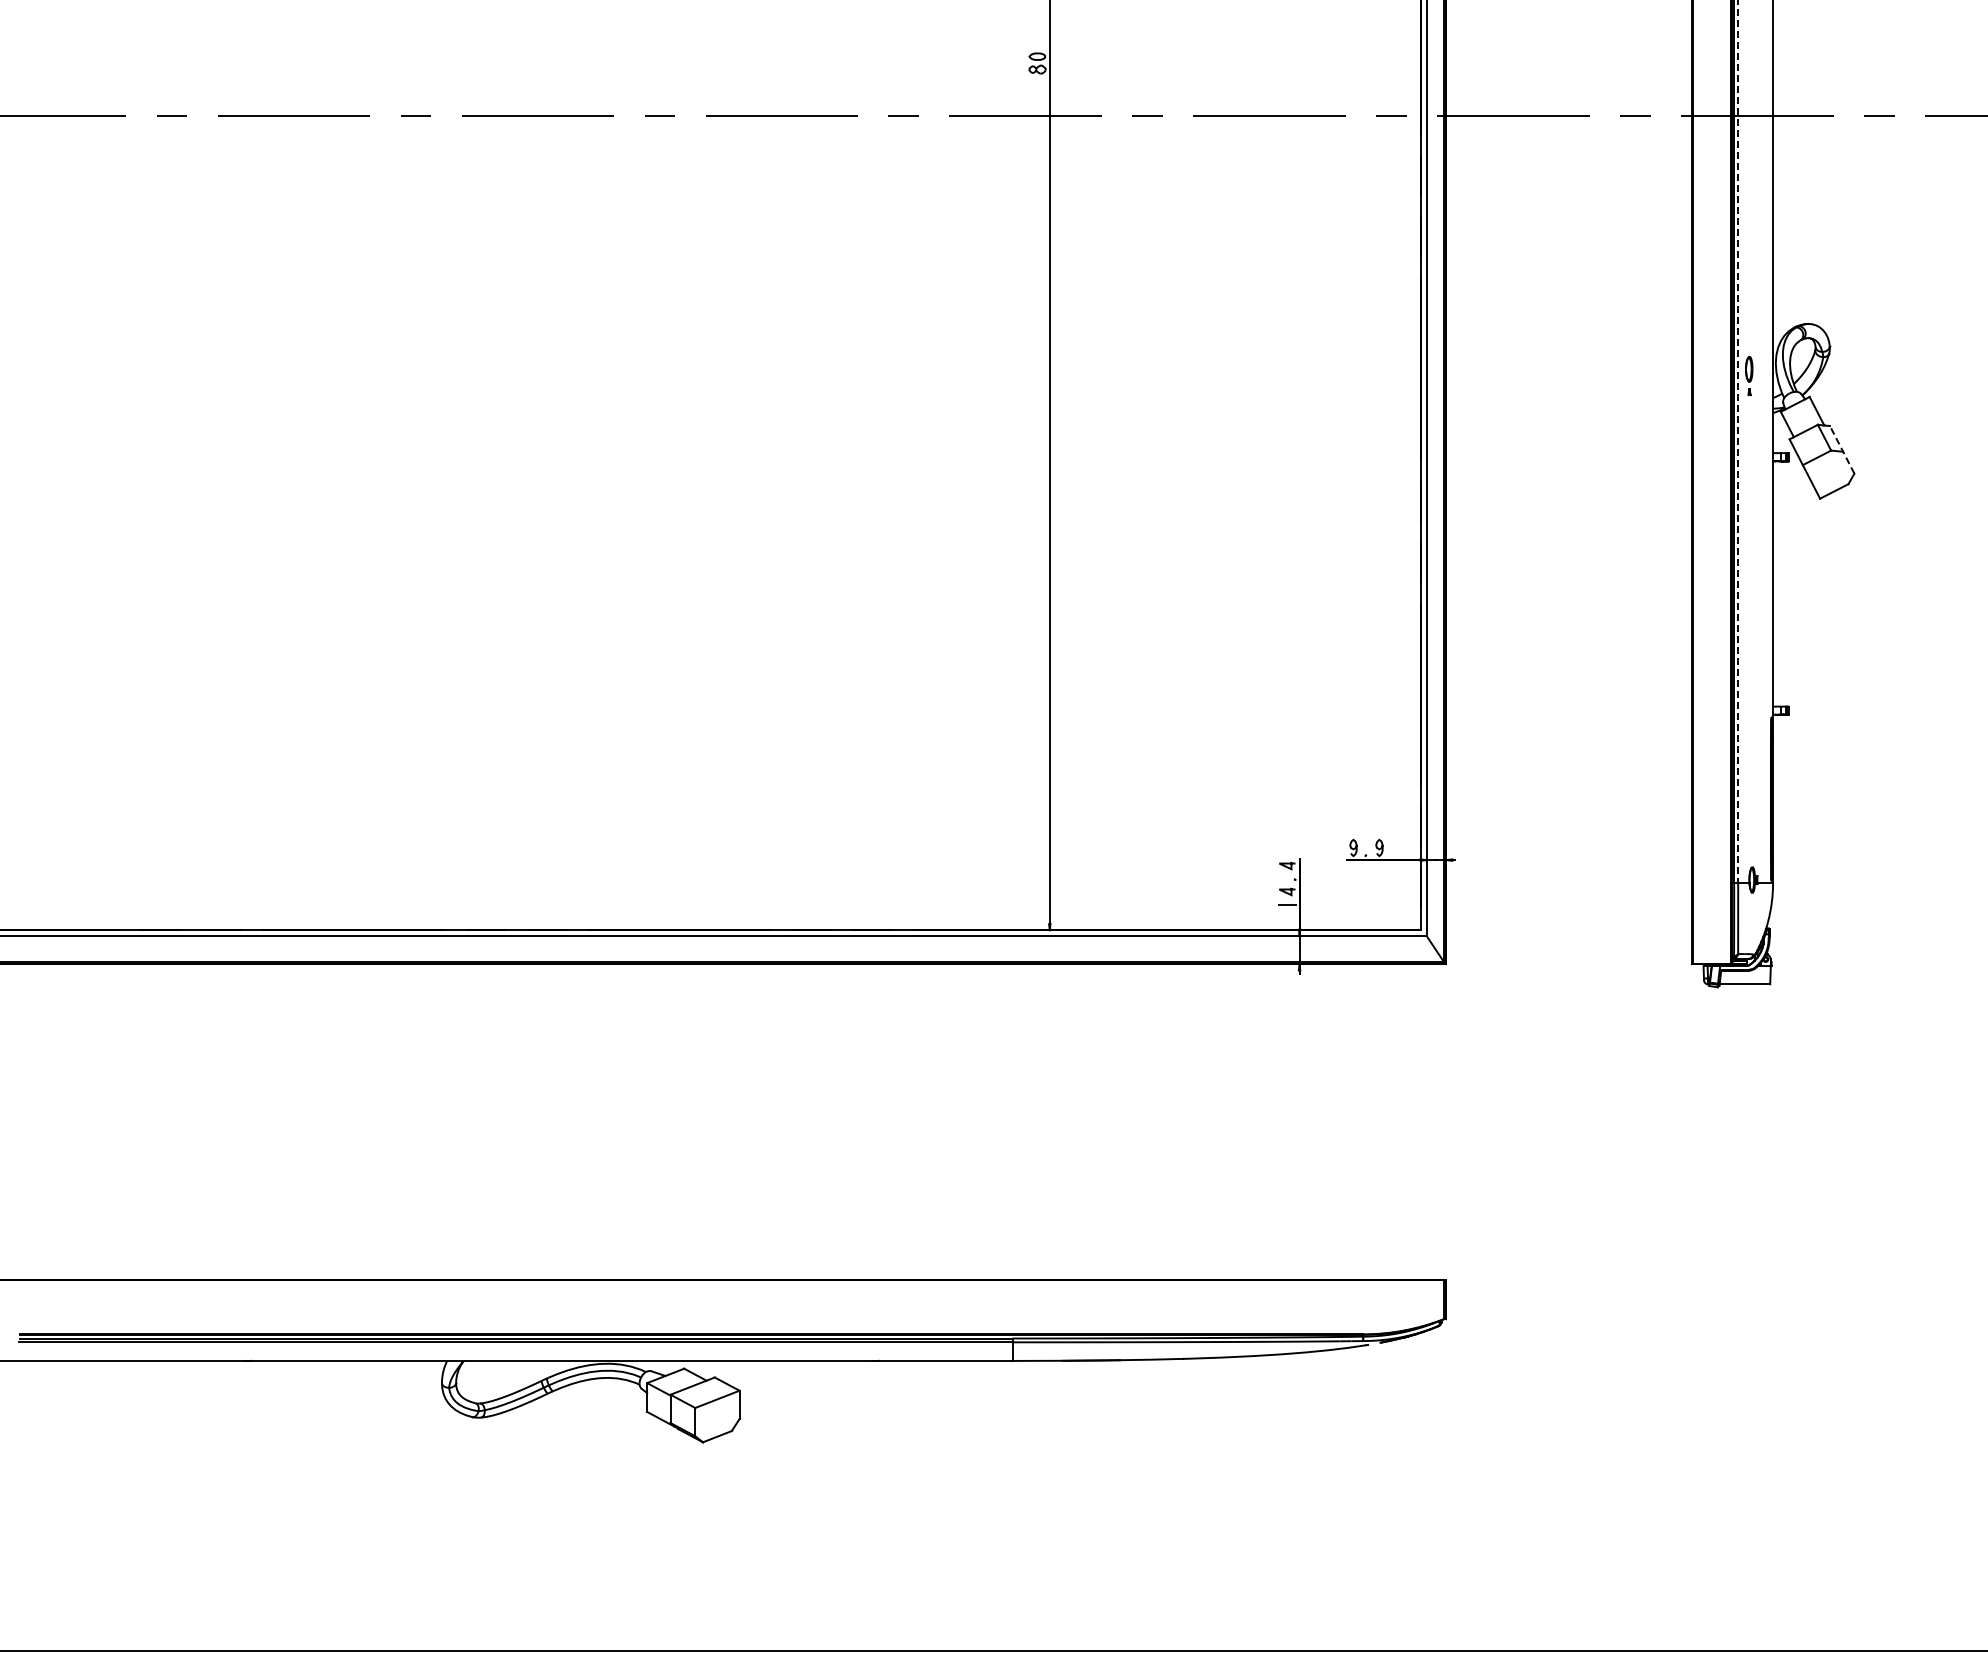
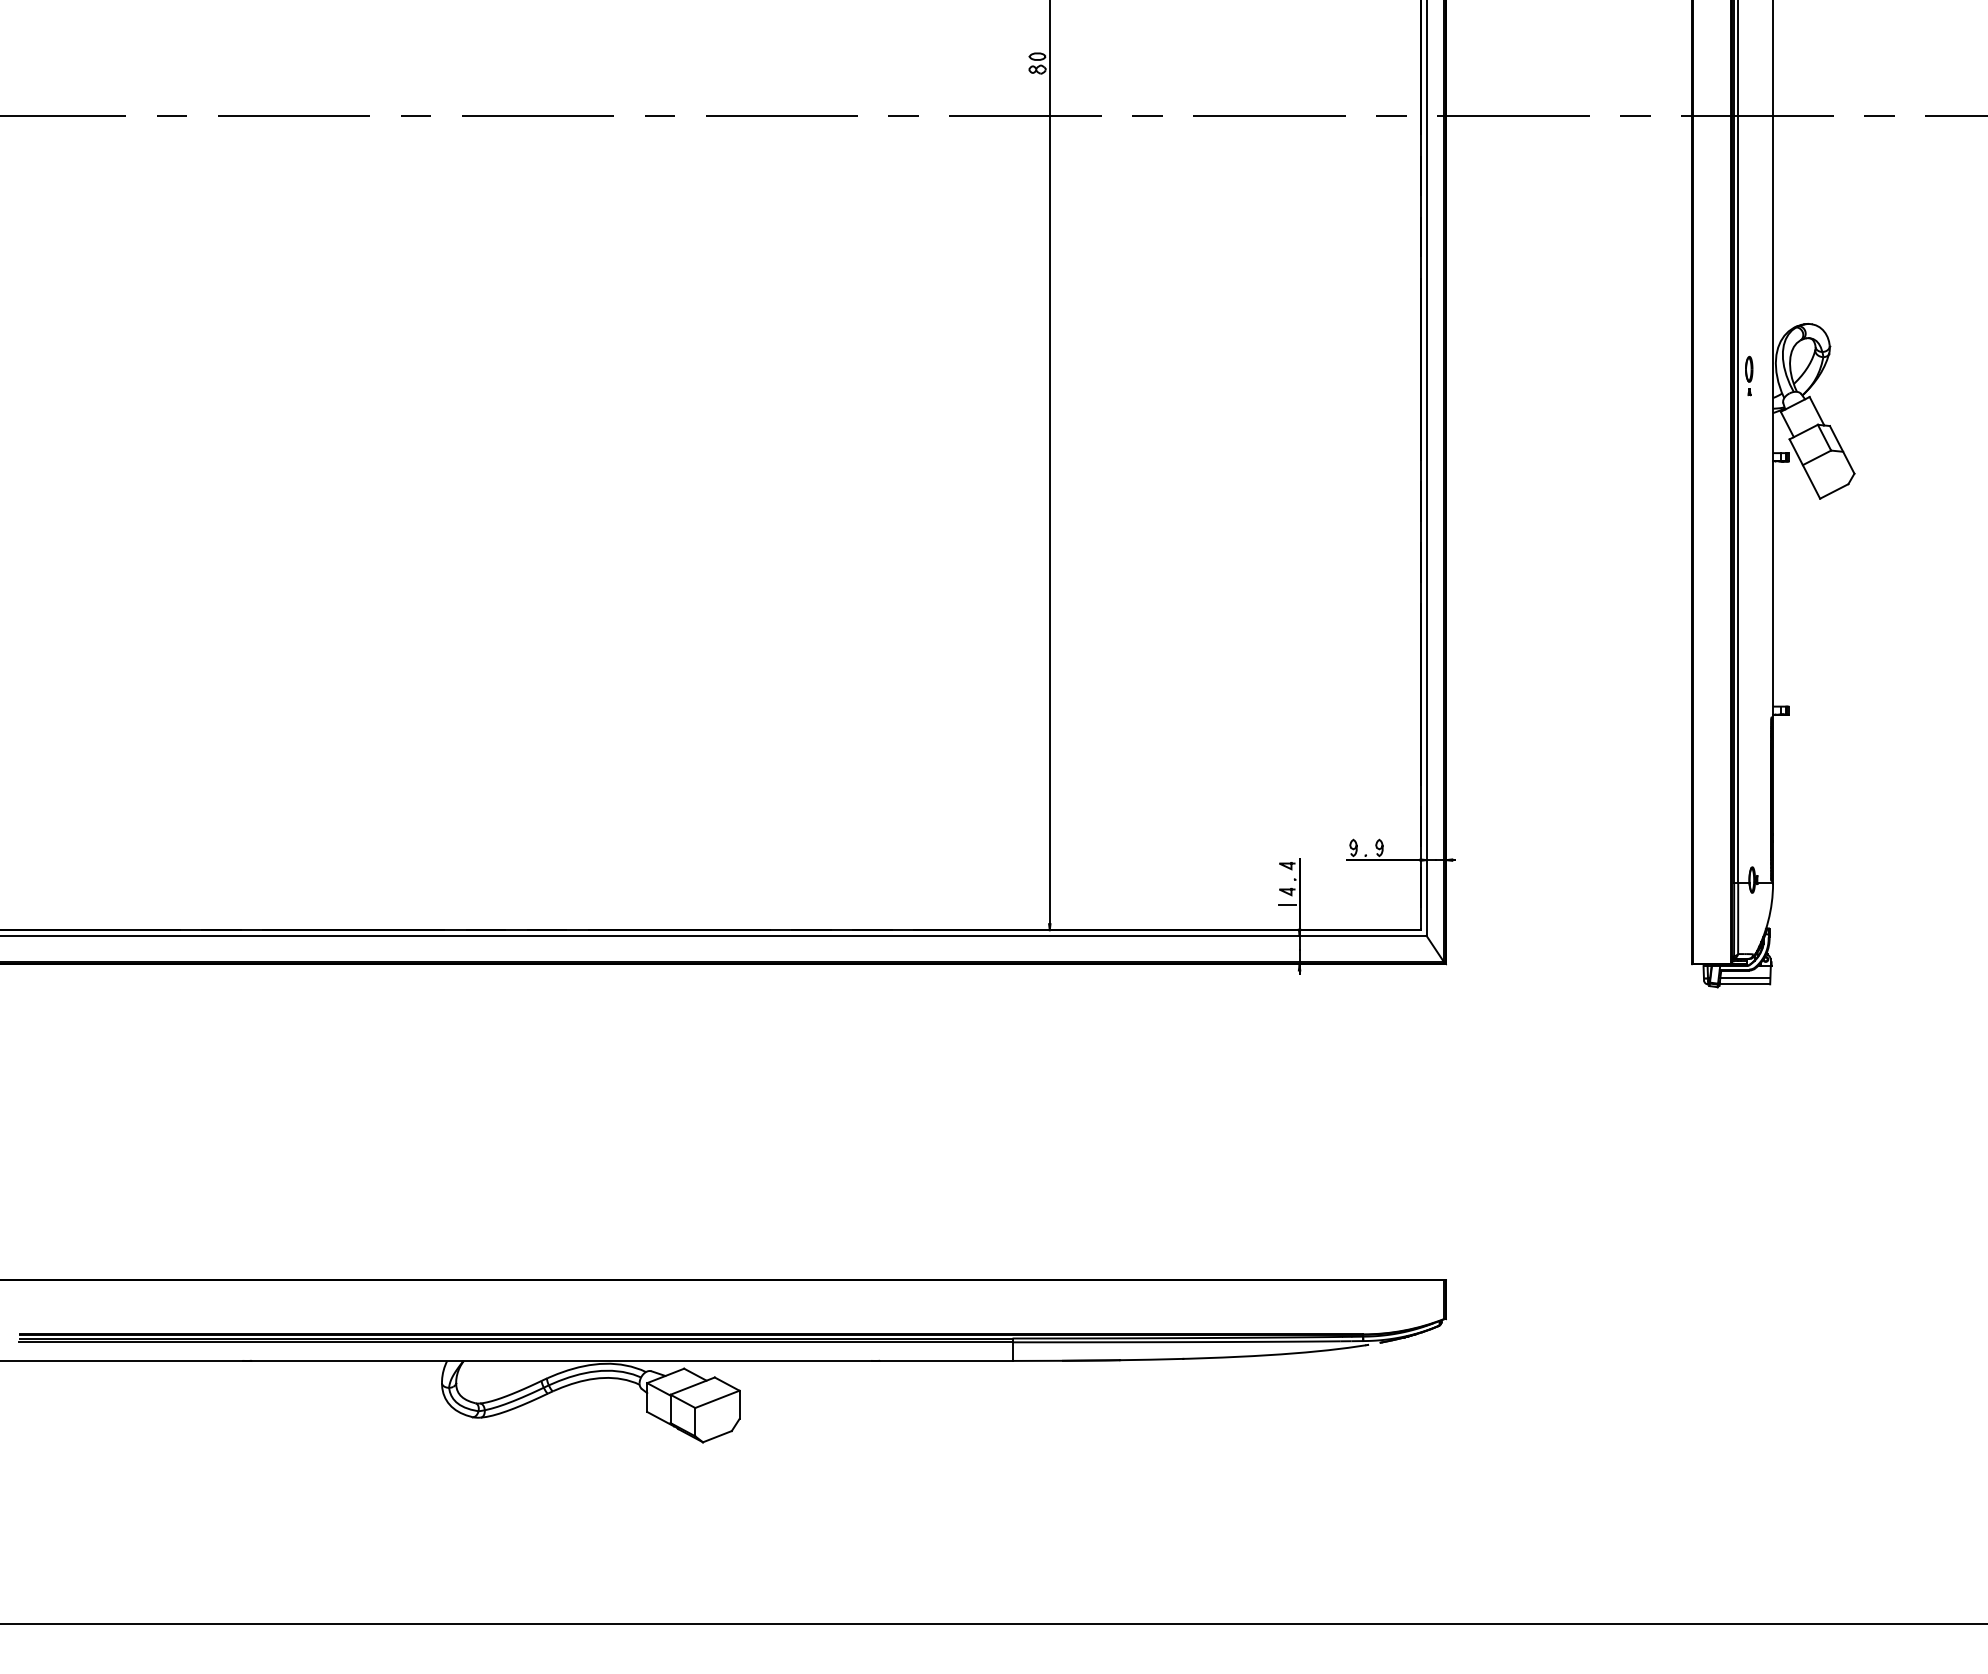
line at (1738, 442): dashed -> solid
line at (1842, 449): dashed -> solid
line at (1745, 978): none -> present
line at (993, 1650) position: (993, 1650) -> (993, 1623)
